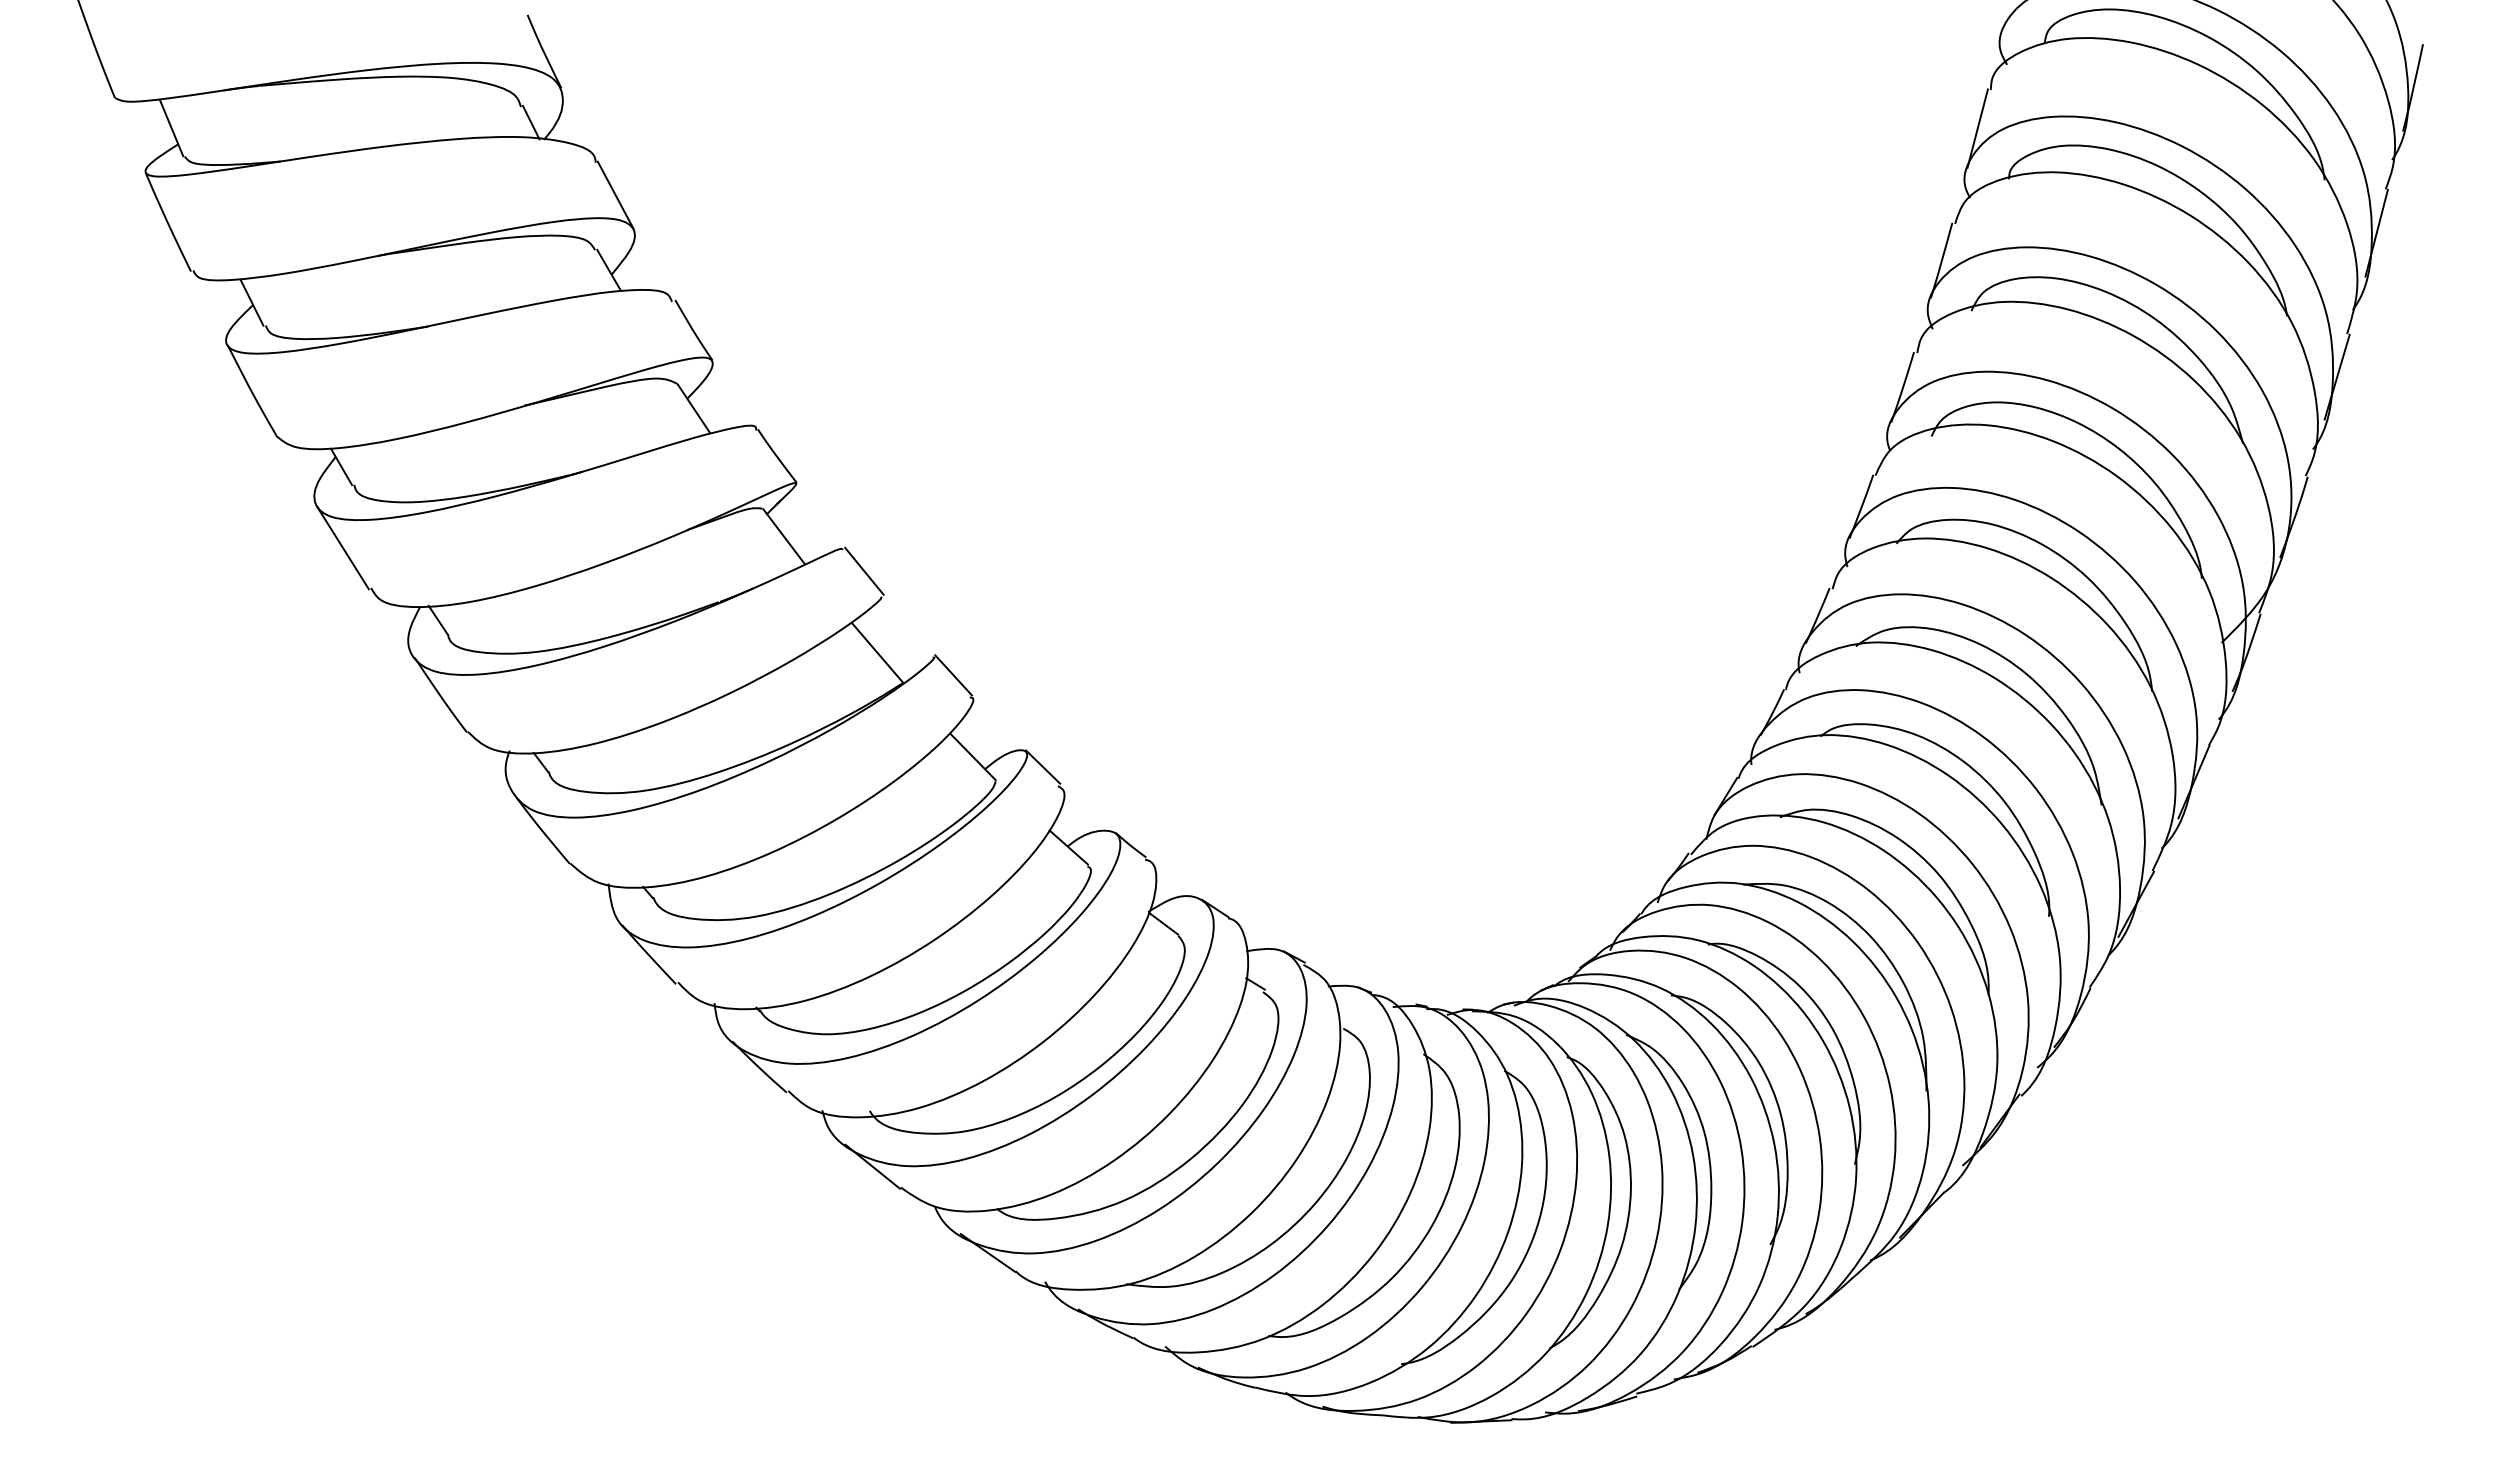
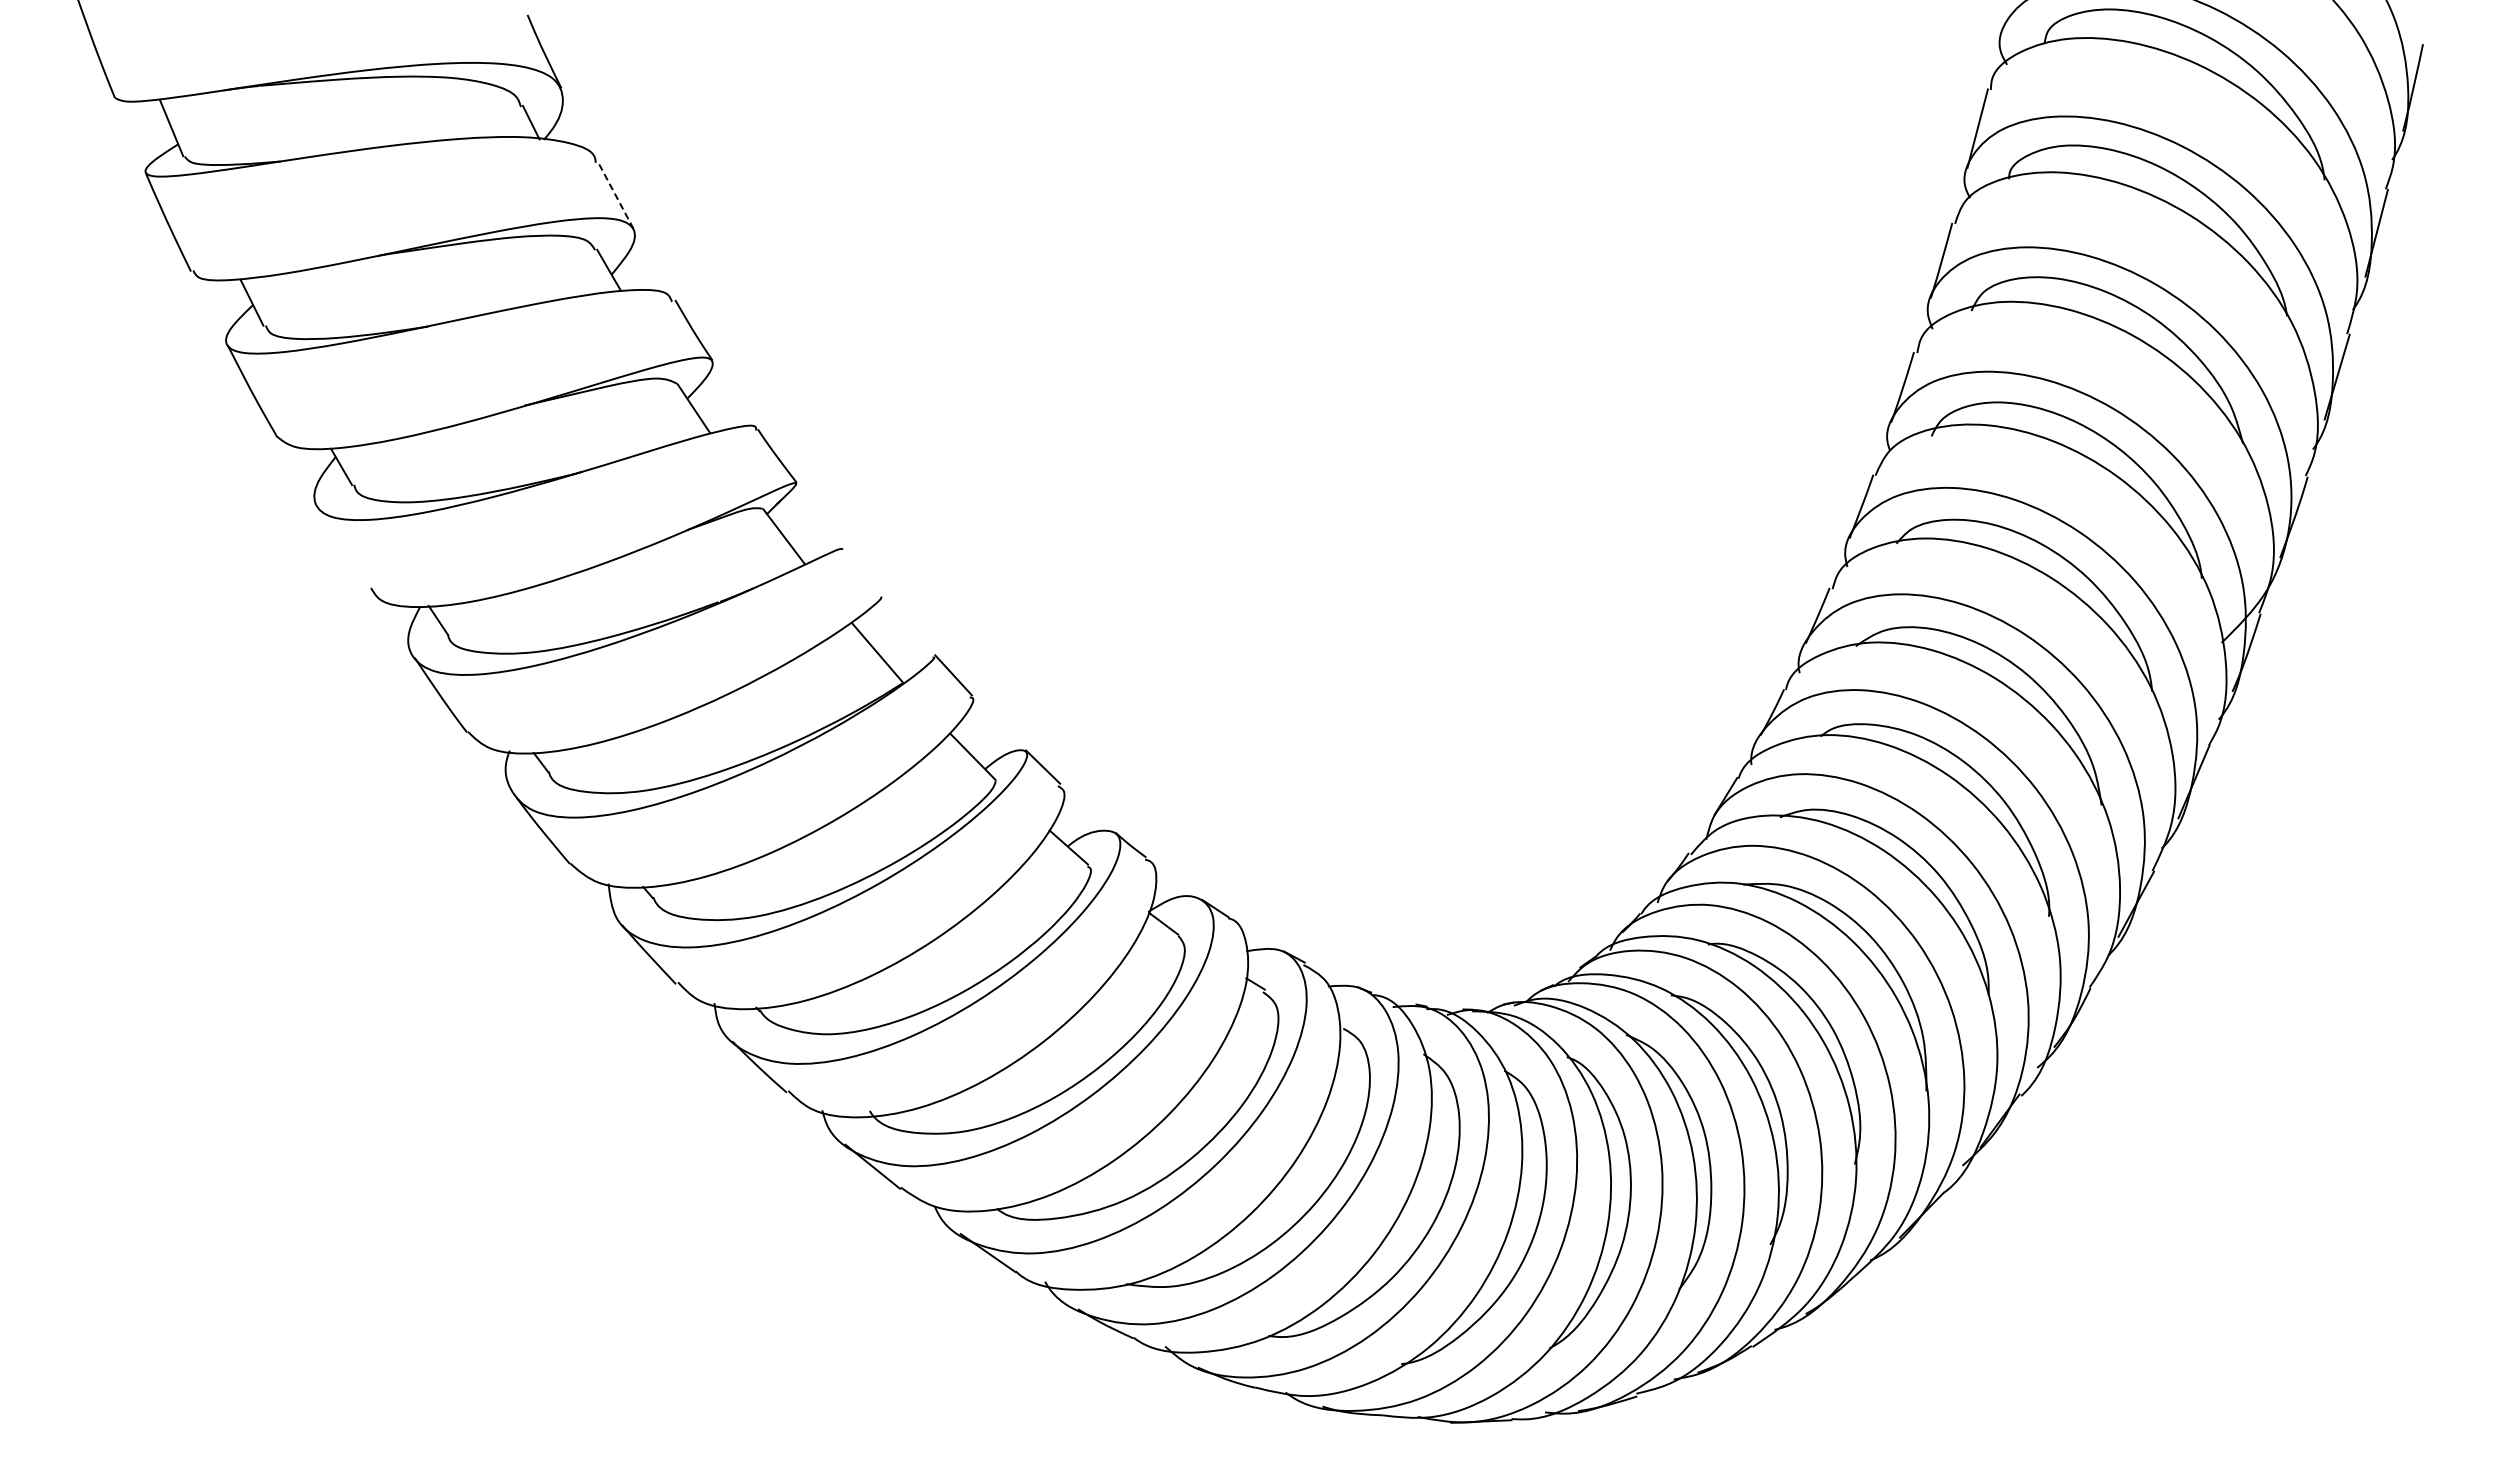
line at (615, 194): solid -> dashed
line at (342, 548): present -> none
line at (864, 570): present -> none
